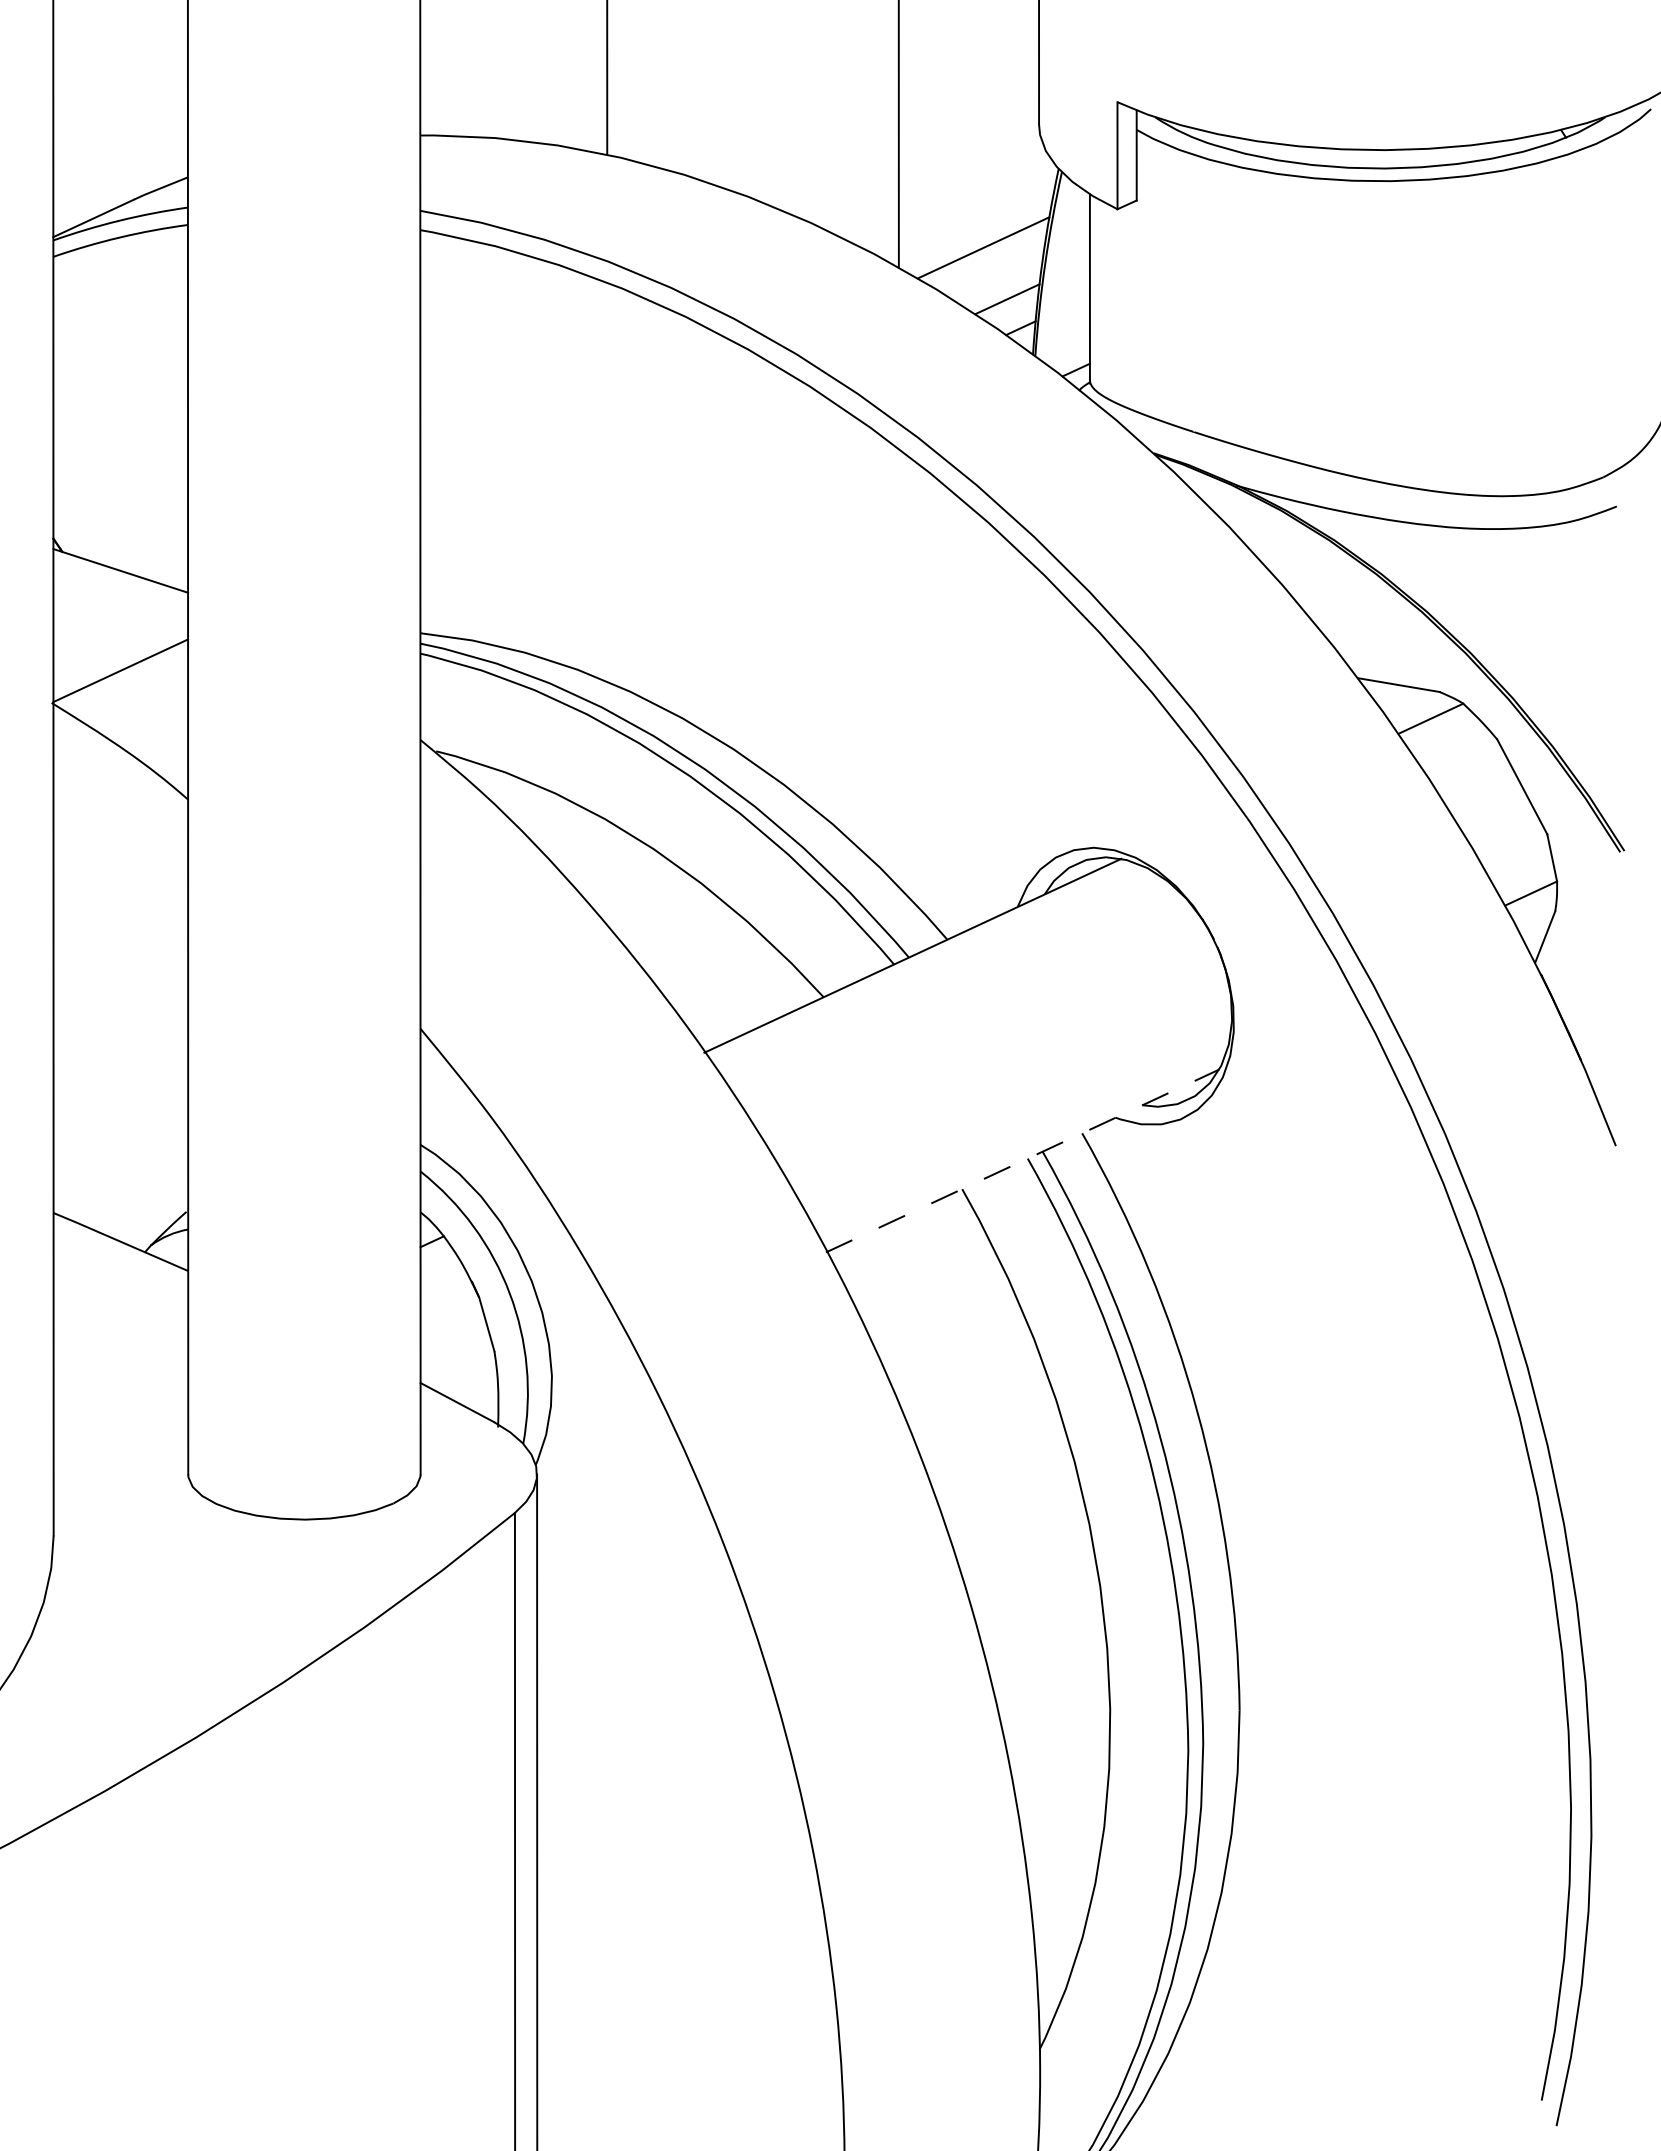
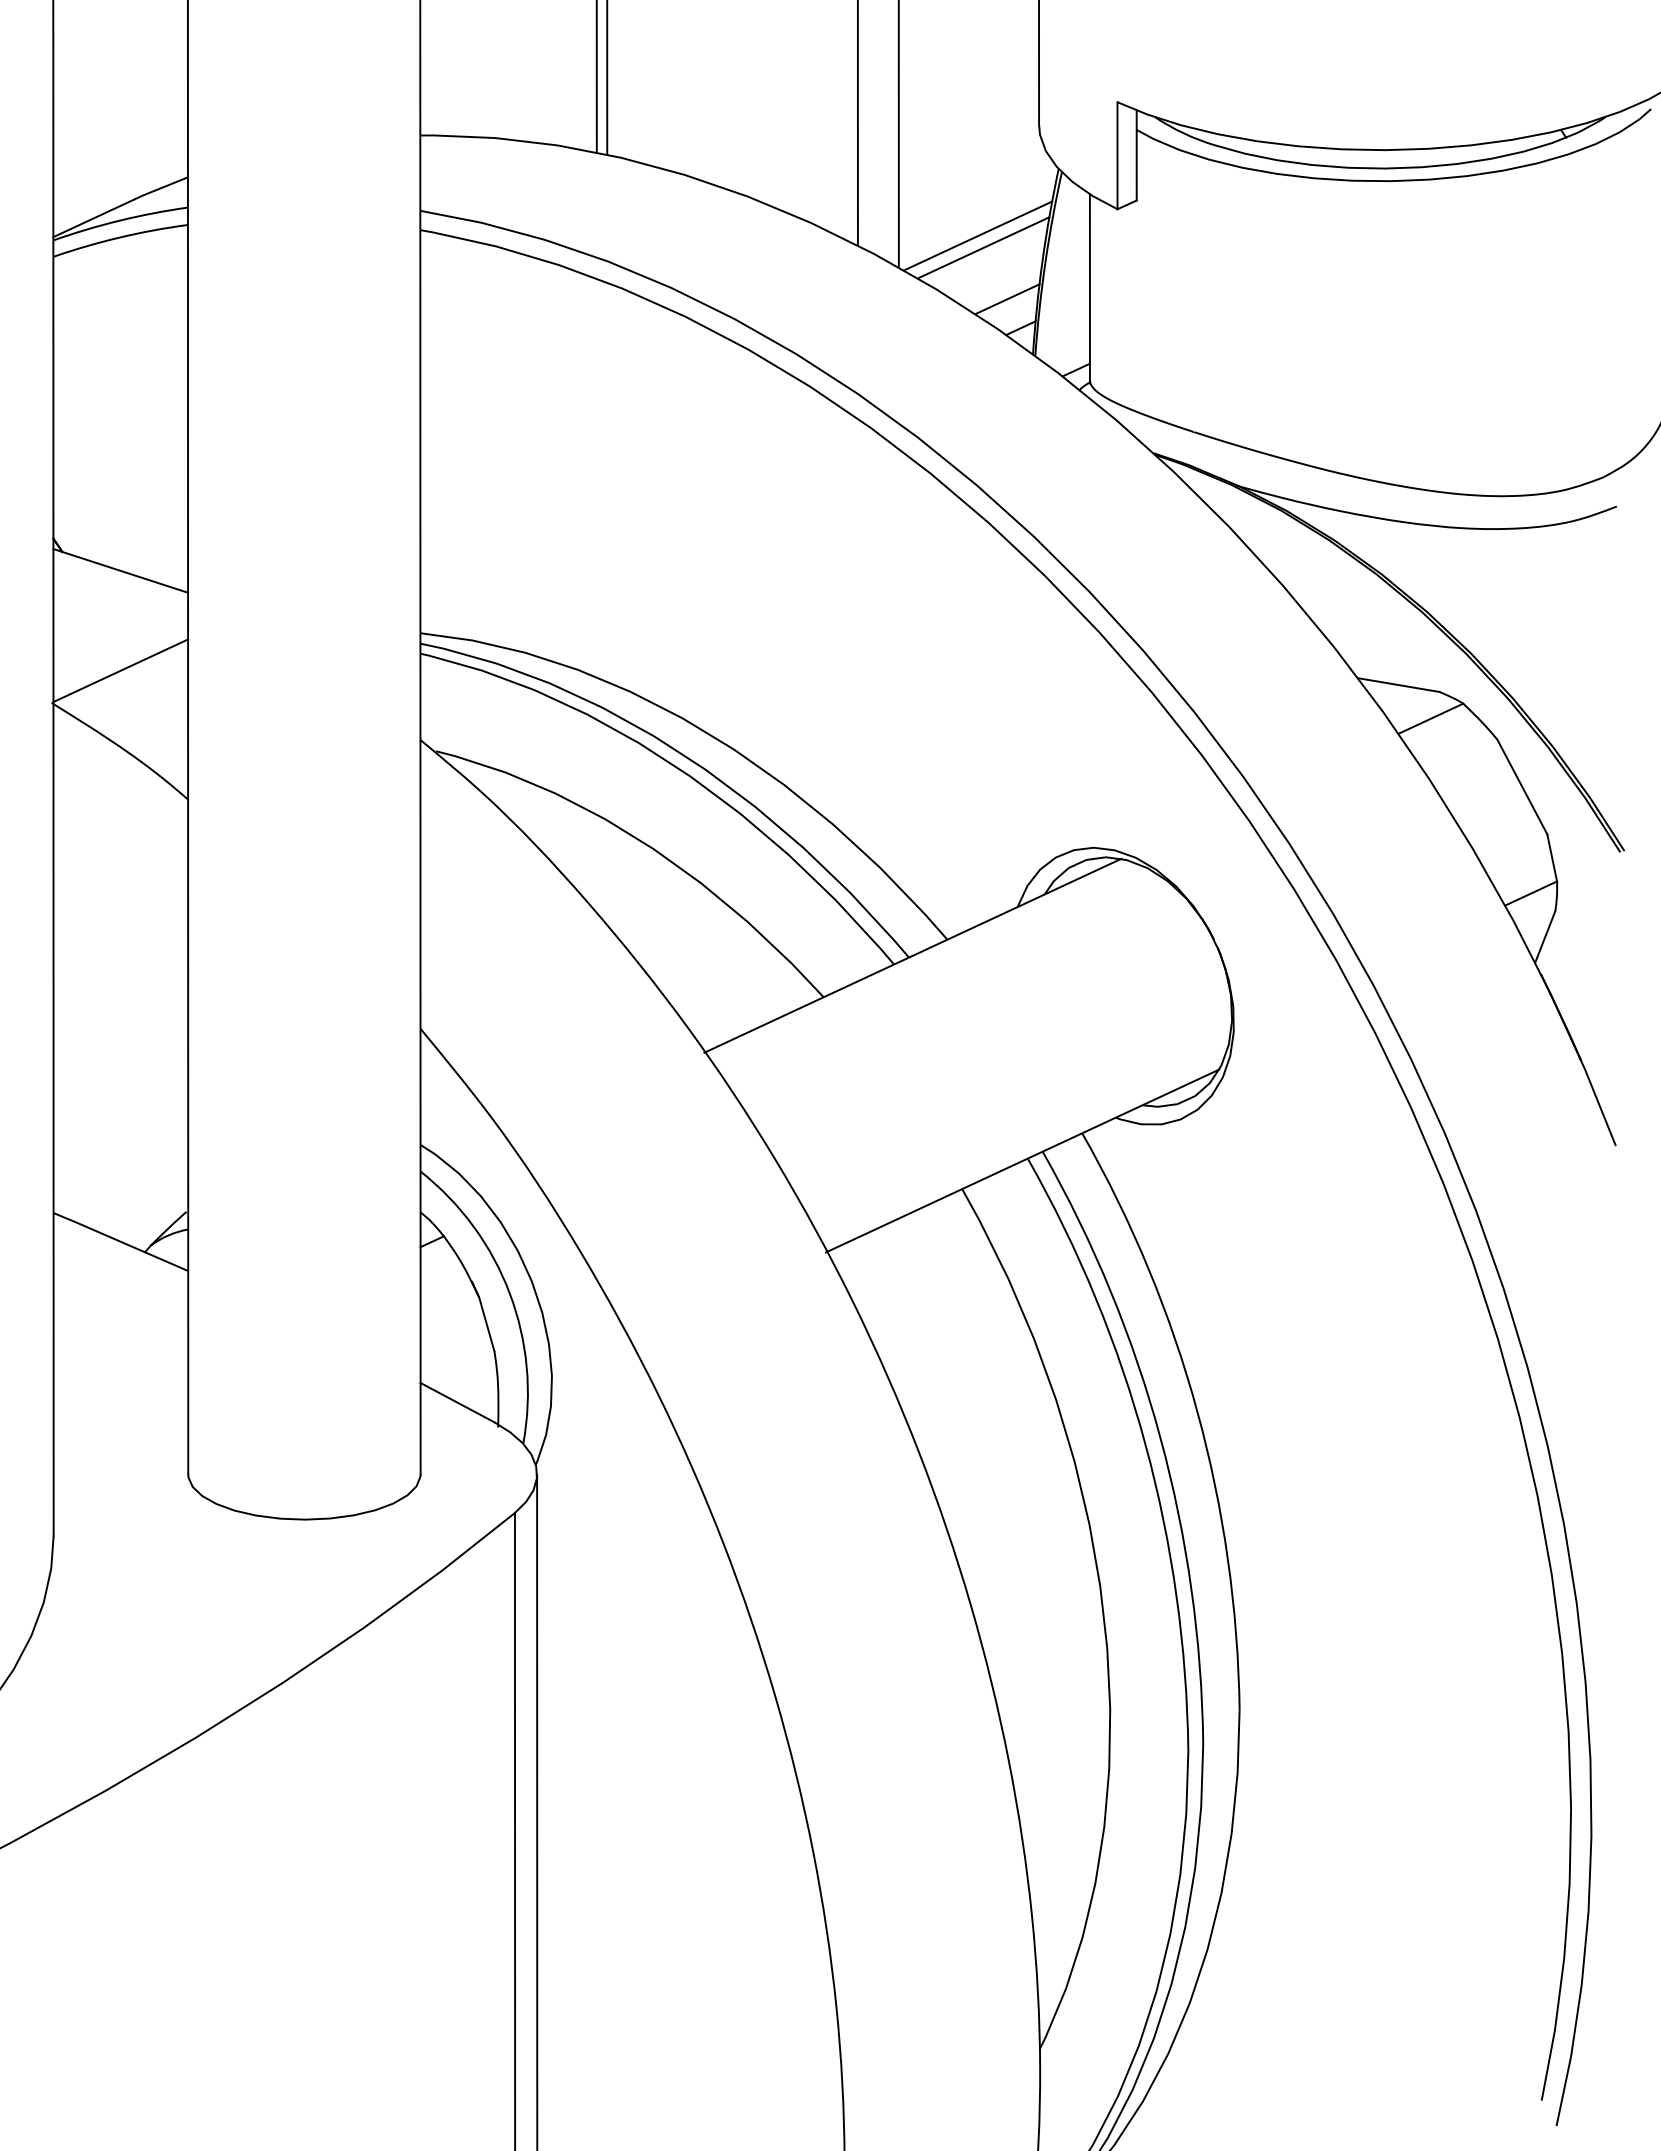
line at (596, 77): none -> present
line at (857, 123): none -> present
line at (978, 235): none -> present
line at (1022, 1160): dashed -> solid
